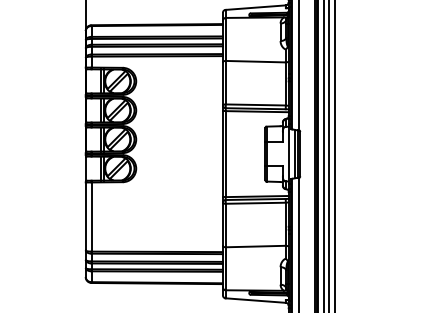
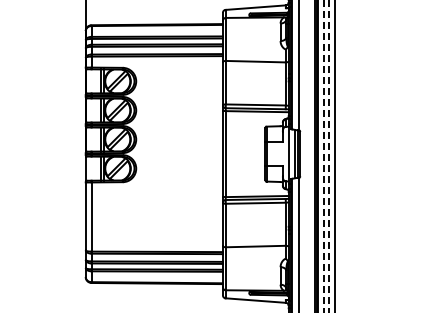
line at (323, 156): solid -> dashed
line at (329, 156): solid -> dashed
